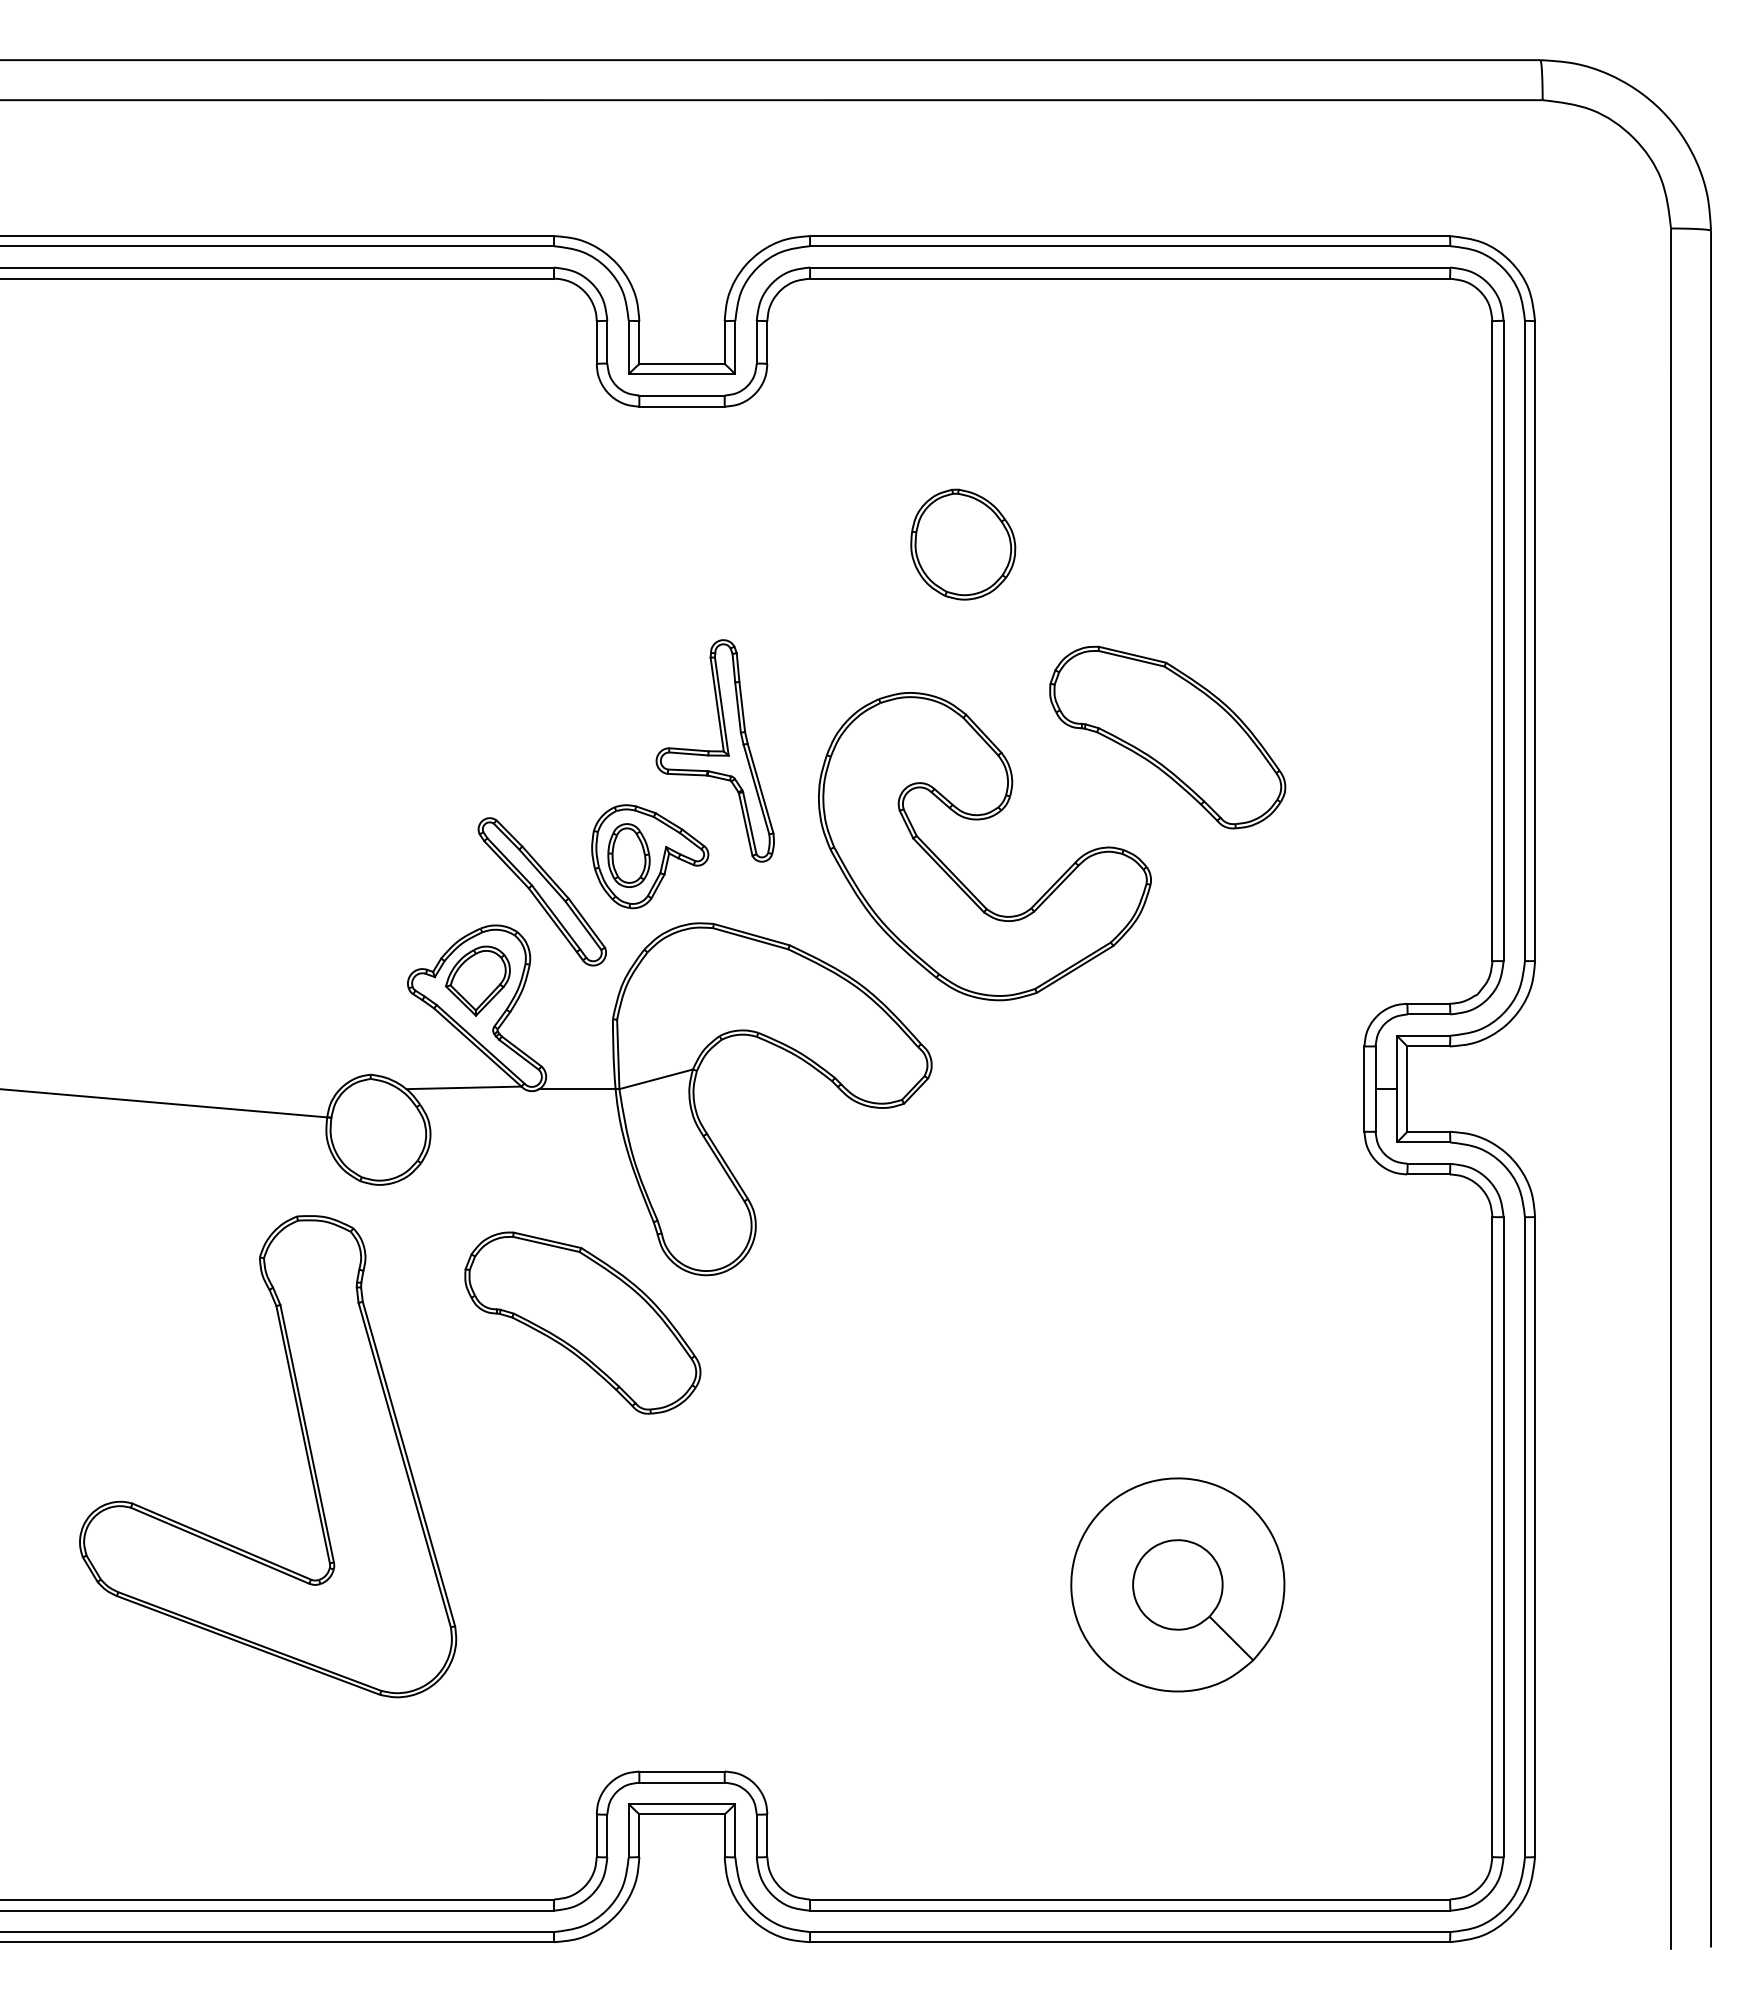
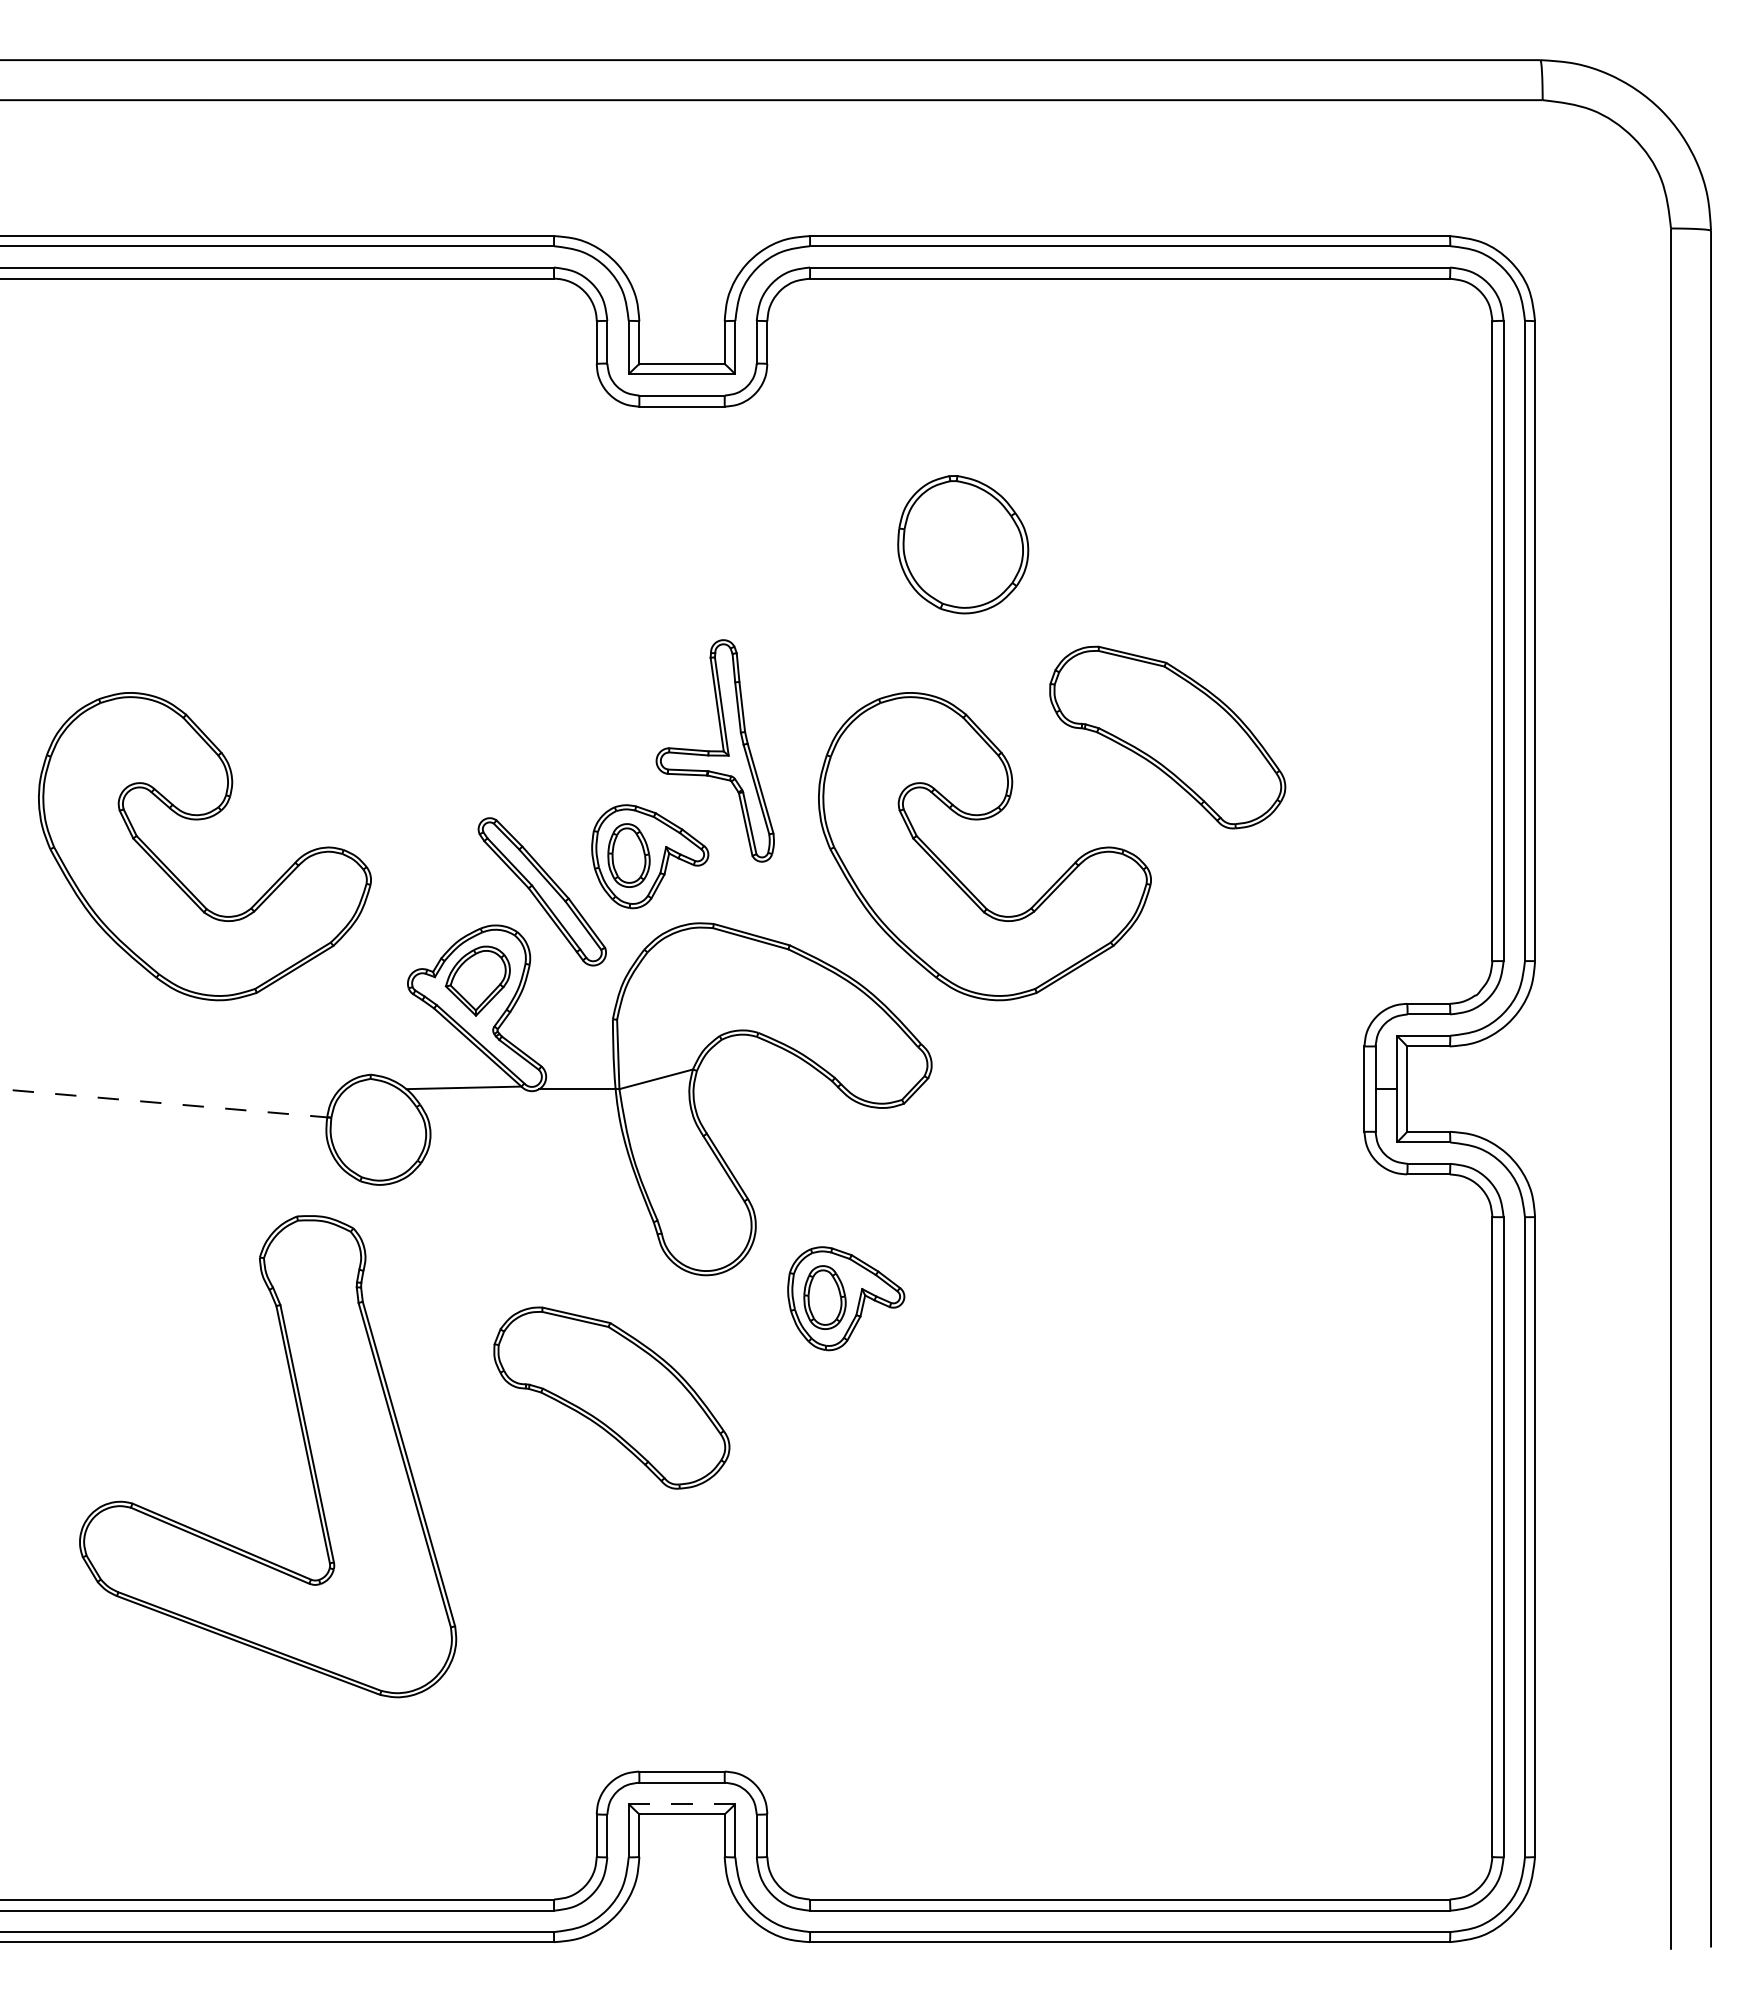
part at (963, 544) size: 107x113 px -> 133x140 px
part at (200, 820): none -> present
line at (165, 1103): solid -> dashed
part at (846, 1298): none -> present
part at (582, 1322) position: (582, 1322) -> (611, 1397)
part at (1177, 1584): present -> none
line at (682, 1804): solid -> dashed
